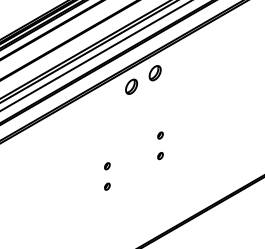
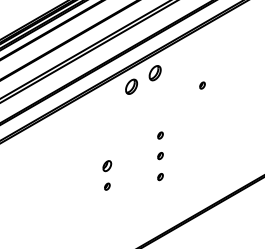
line at (95, 55): present -> none
part at (202, 85): none -> present
part at (107, 166) size: 7x9 px -> 11x13 px
part at (160, 177): none -> present
